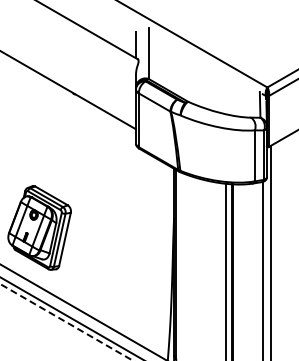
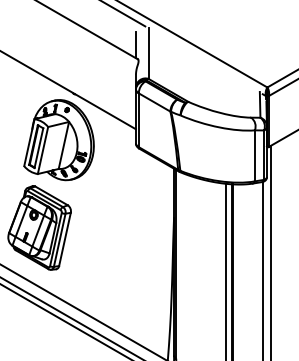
line at (124, 14): none -> present
part at (58, 140): none -> present
line at (67, 322): dashed -> solid
